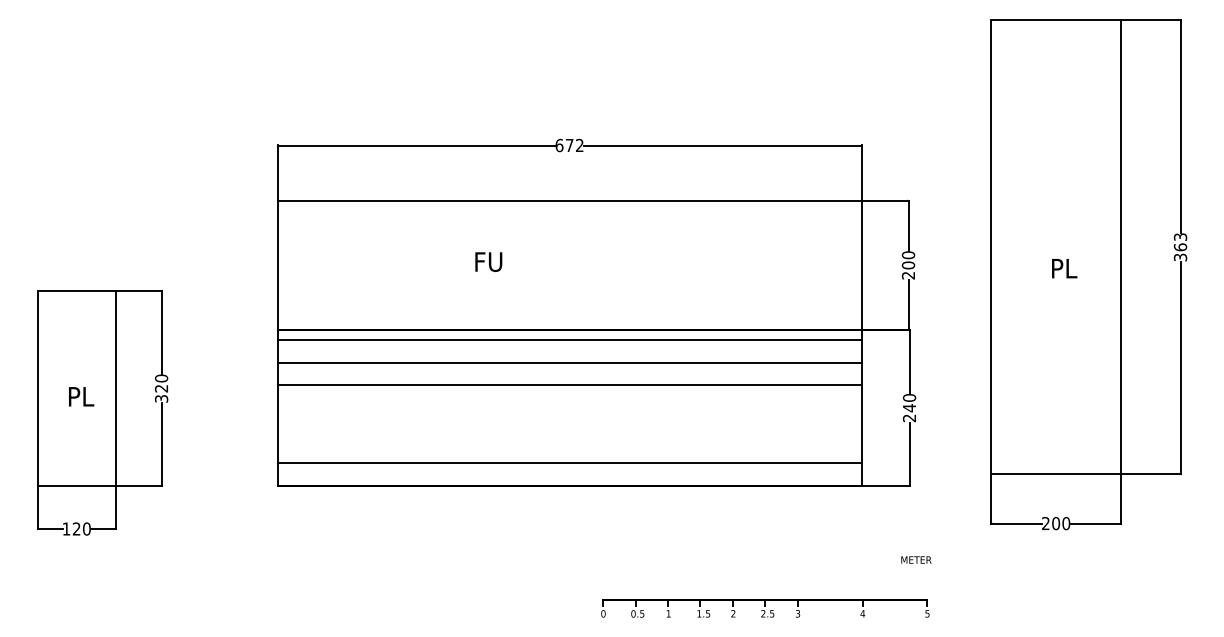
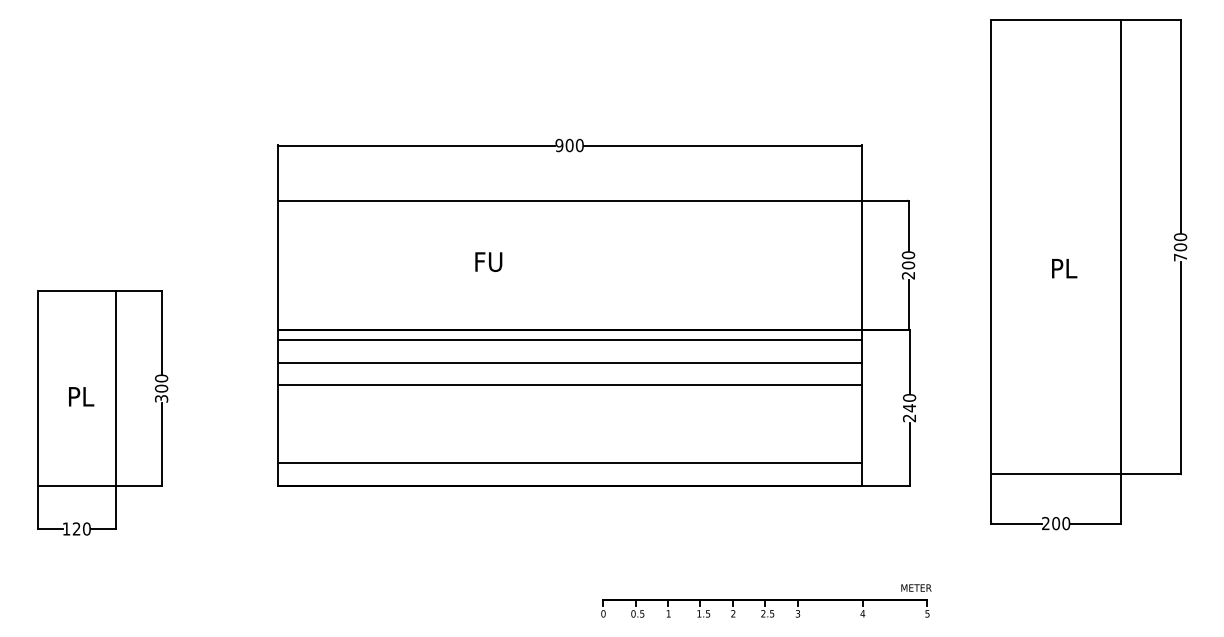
text at (569, 145): 672 -> 900
text at (1180, 247): 363 -> 700
text at (161, 388): 320 -> 300
text at (916, 559) position: (916, 559) -> (916, 587)
